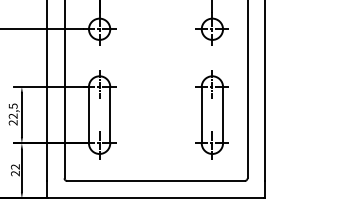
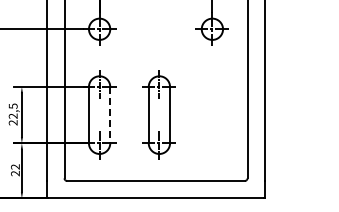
part at (211, 114) position: (211, 114) -> (158, 114)
line at (110, 115): solid -> dashed
